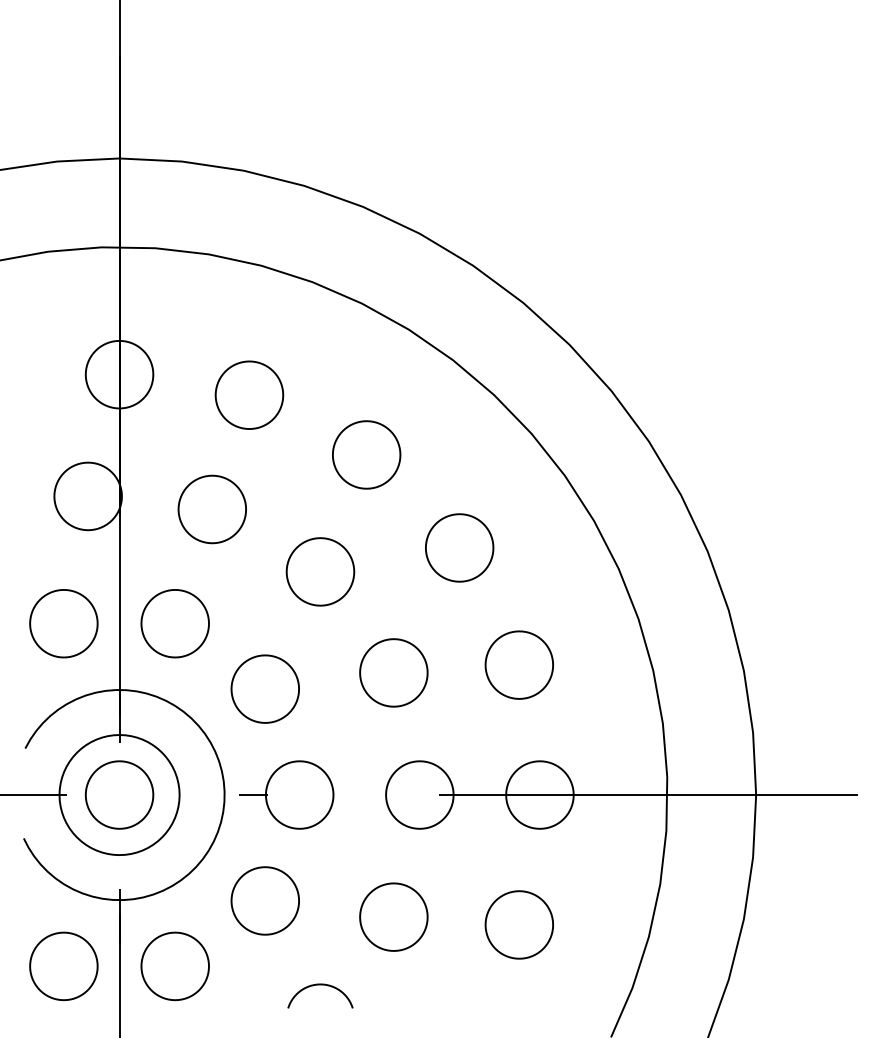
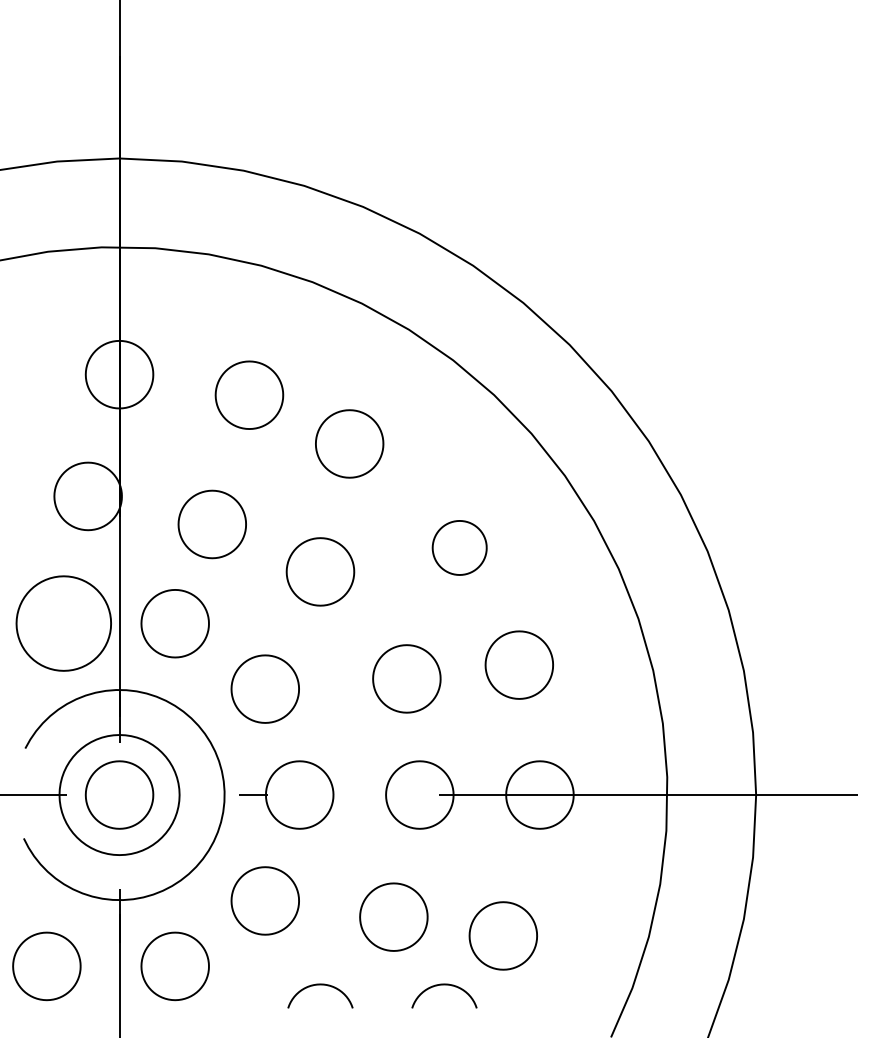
part at (366, 454) position: (366, 454) -> (349, 443)
part at (211, 509) position: (211, 509) -> (211, 524)
part at (459, 547) size: 70x70 px -> 57x56 px
part at (63, 623) size: 70x70 px -> 97x97 px
part at (393, 672) position: (393, 672) -> (406, 678)
part at (518, 924) position: (518, 924) -> (502, 935)
part at (63, 966) position: (63, 966) -> (46, 966)
curve at (444, 985): none -> present
